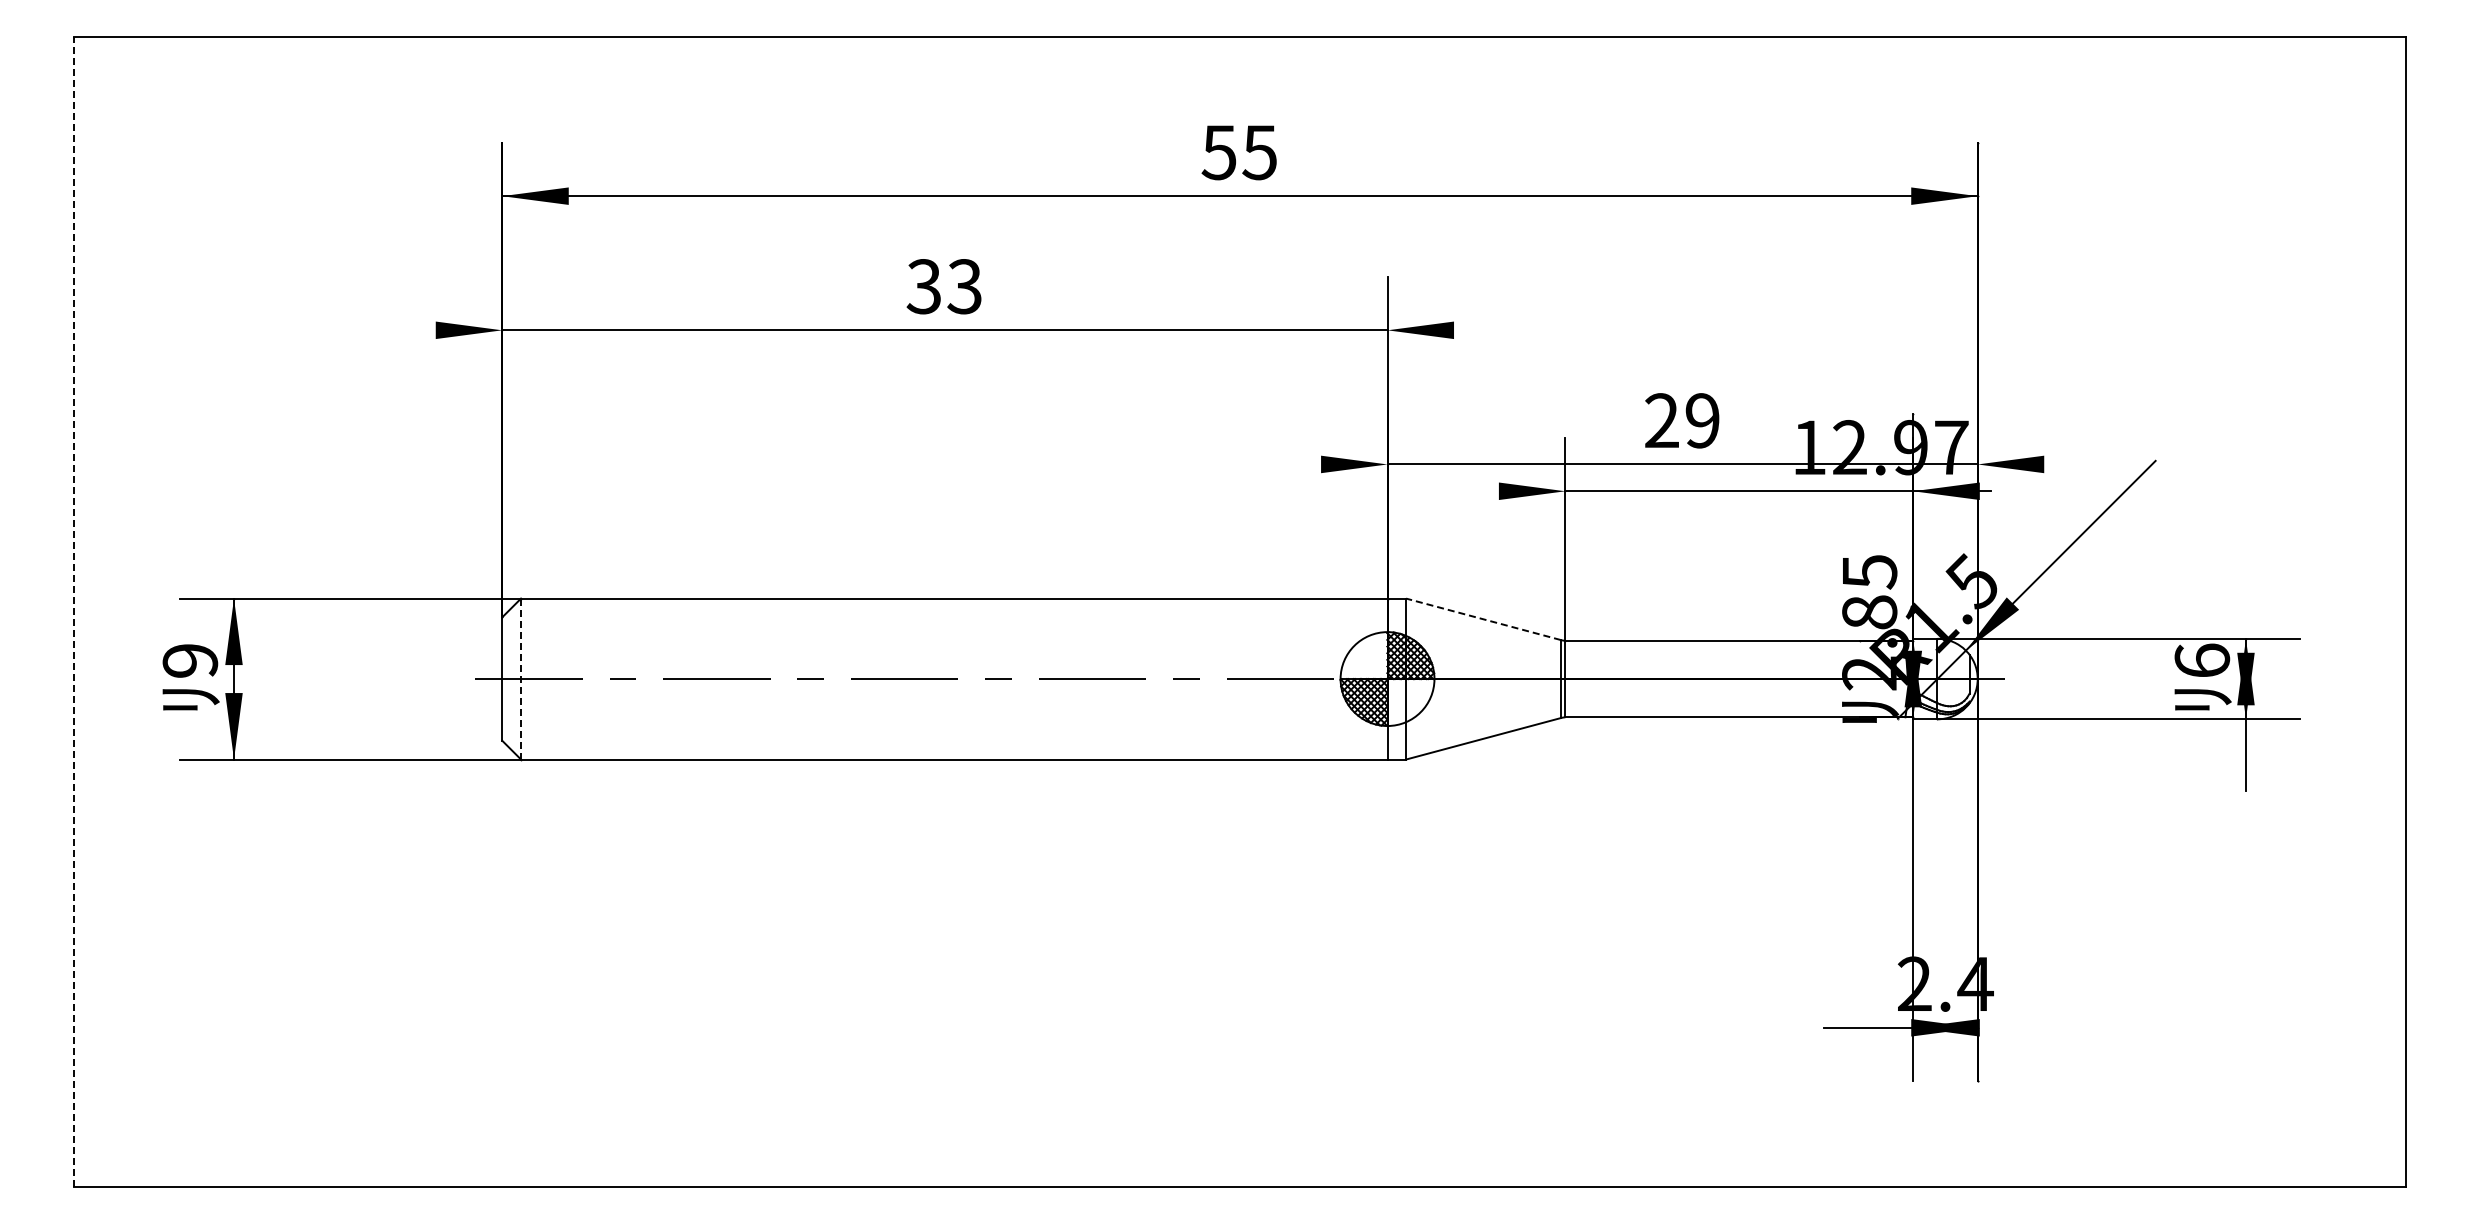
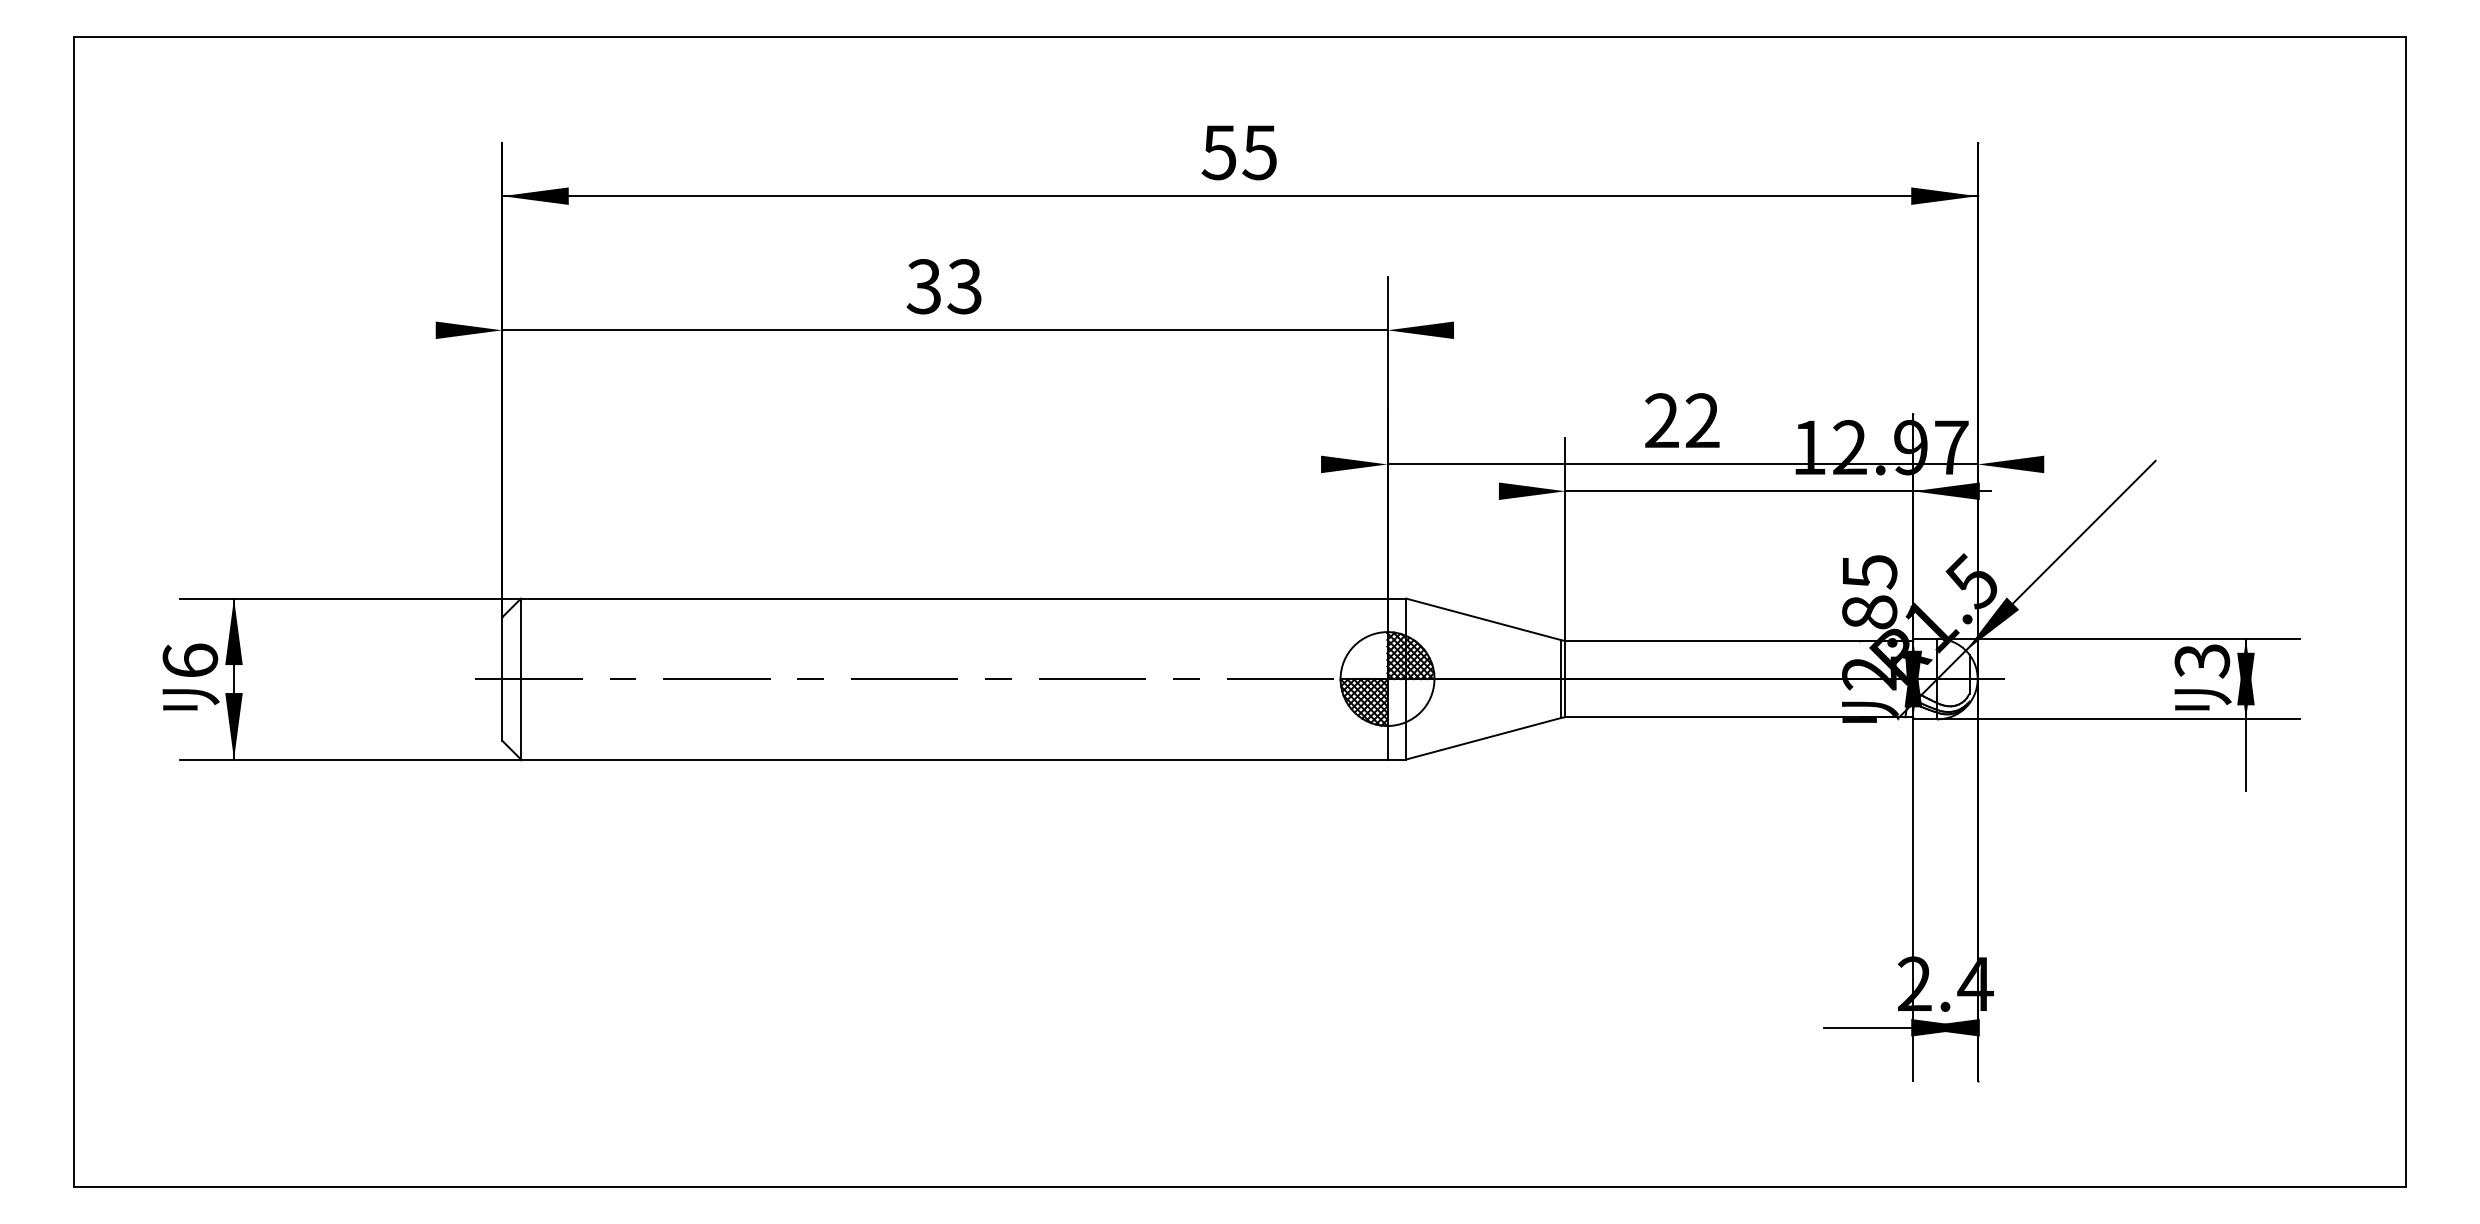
text at (1702, 420): 29 -> 22
line at (74, 611): dashed -> solid
line at (1482, 619): dashed -> solid
text at (190, 660): 9 -> 6
text at (2202, 660): 6 -> 3
line at (521, 679): dashed -> solid
